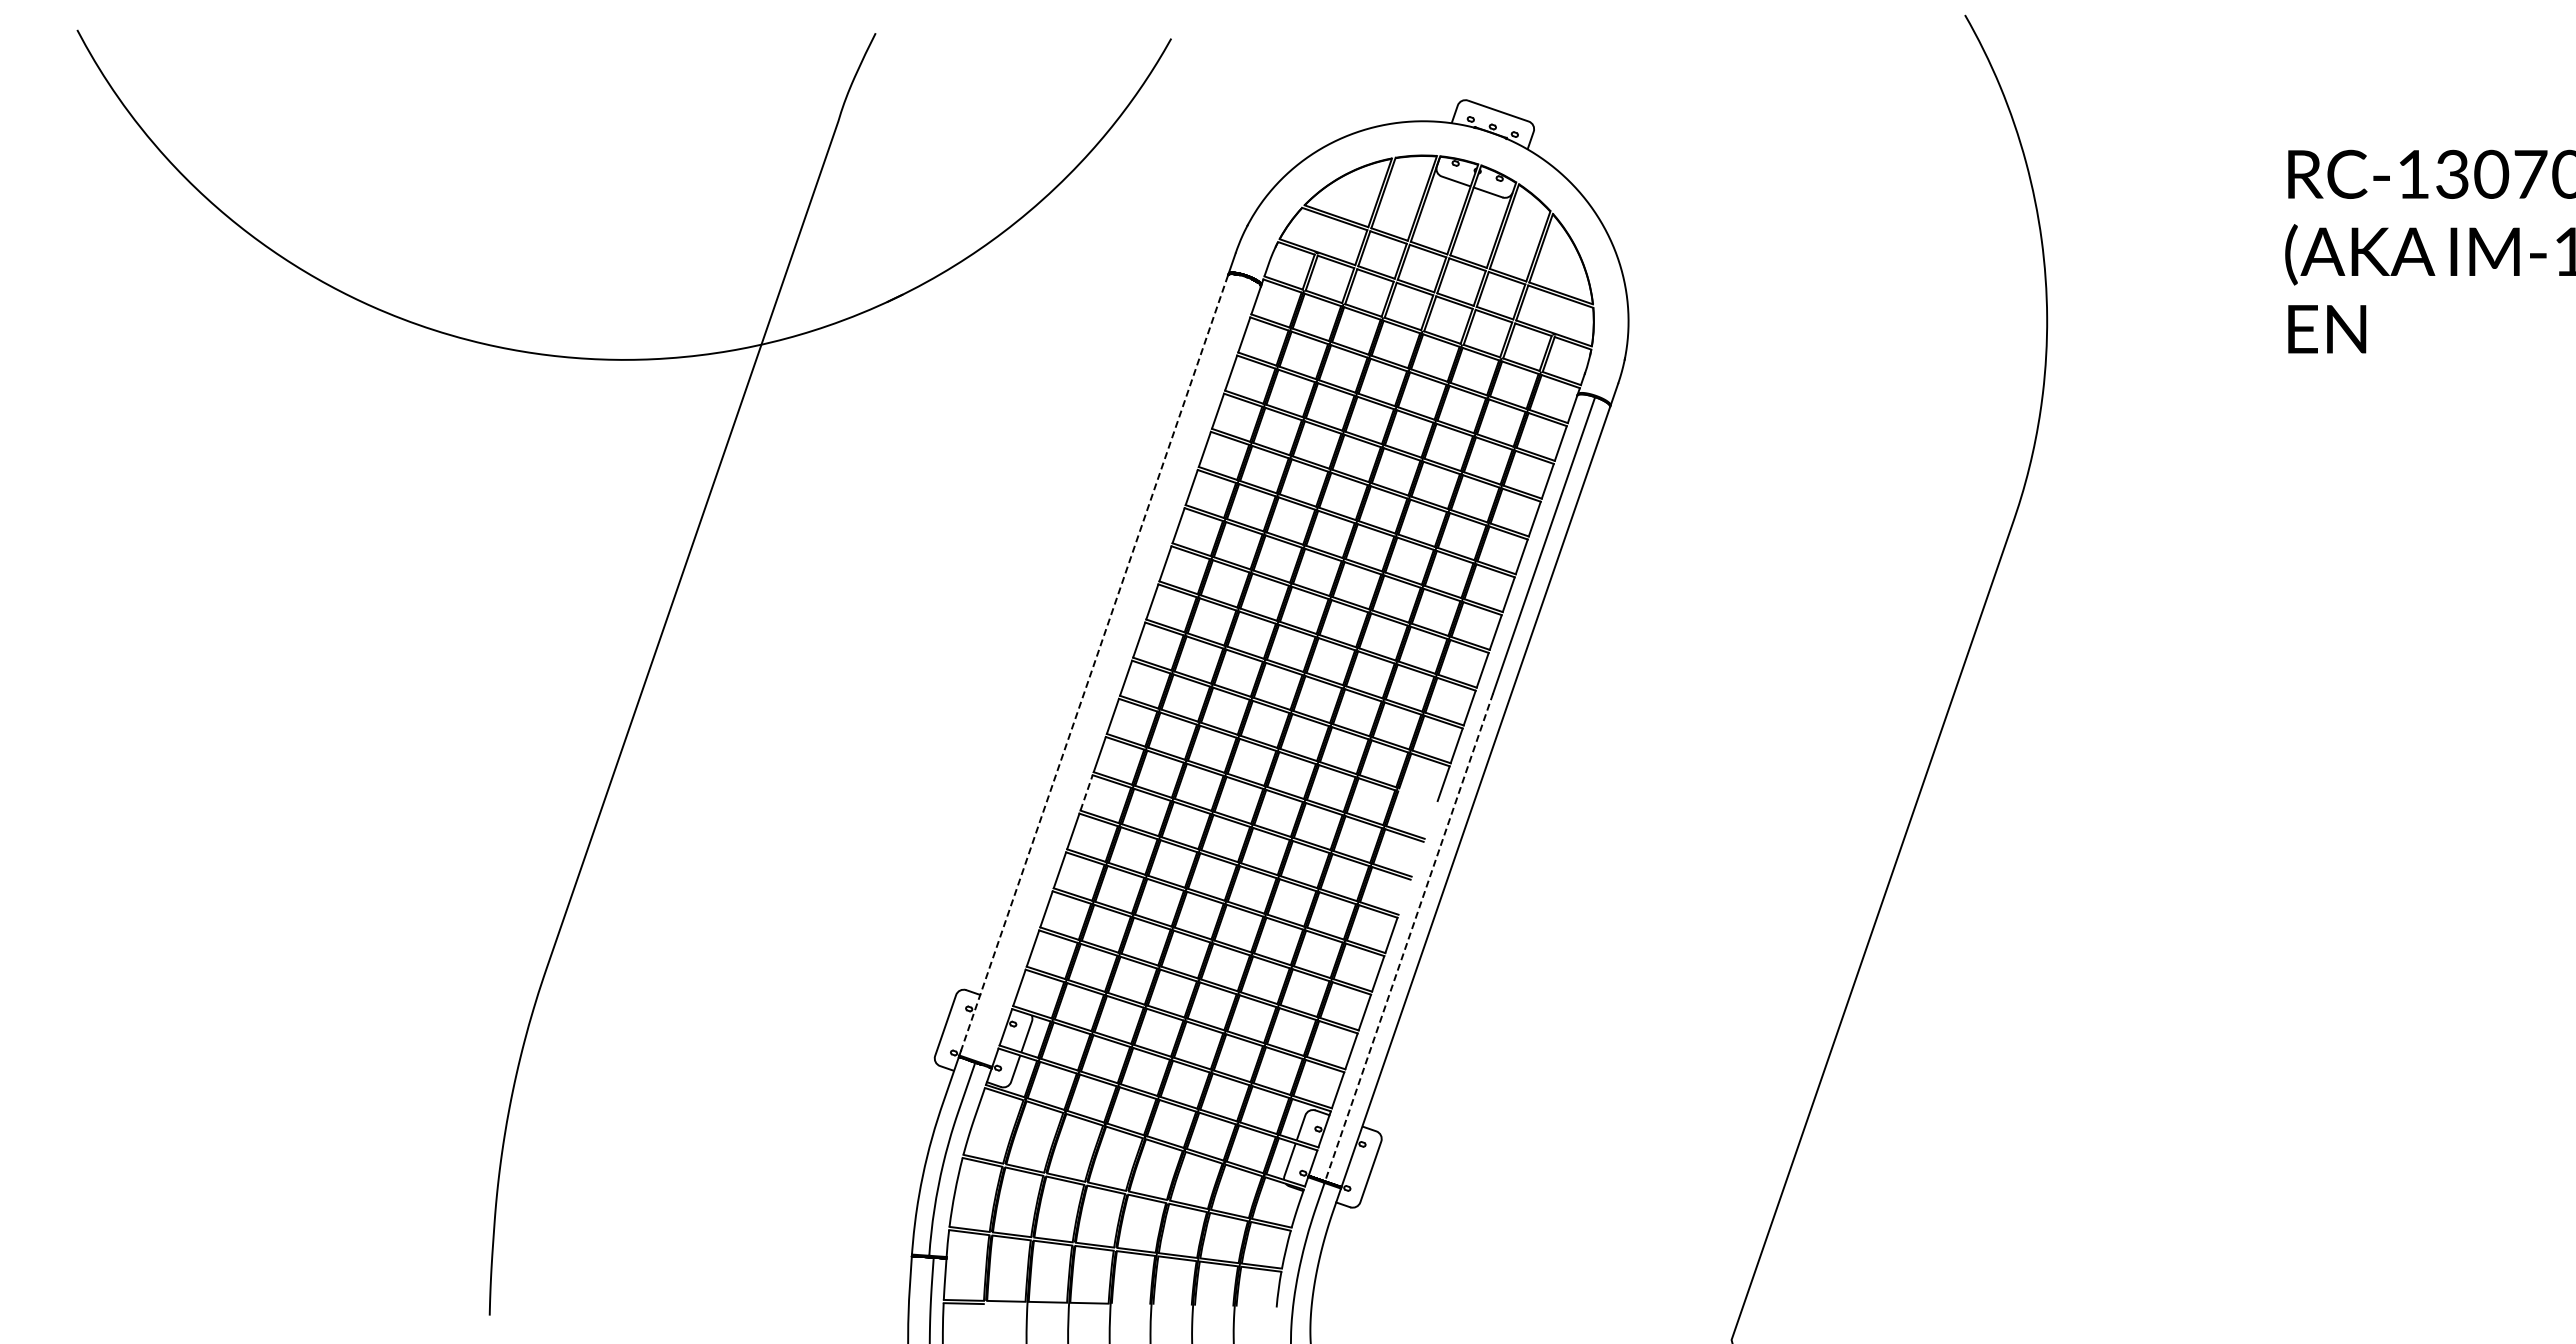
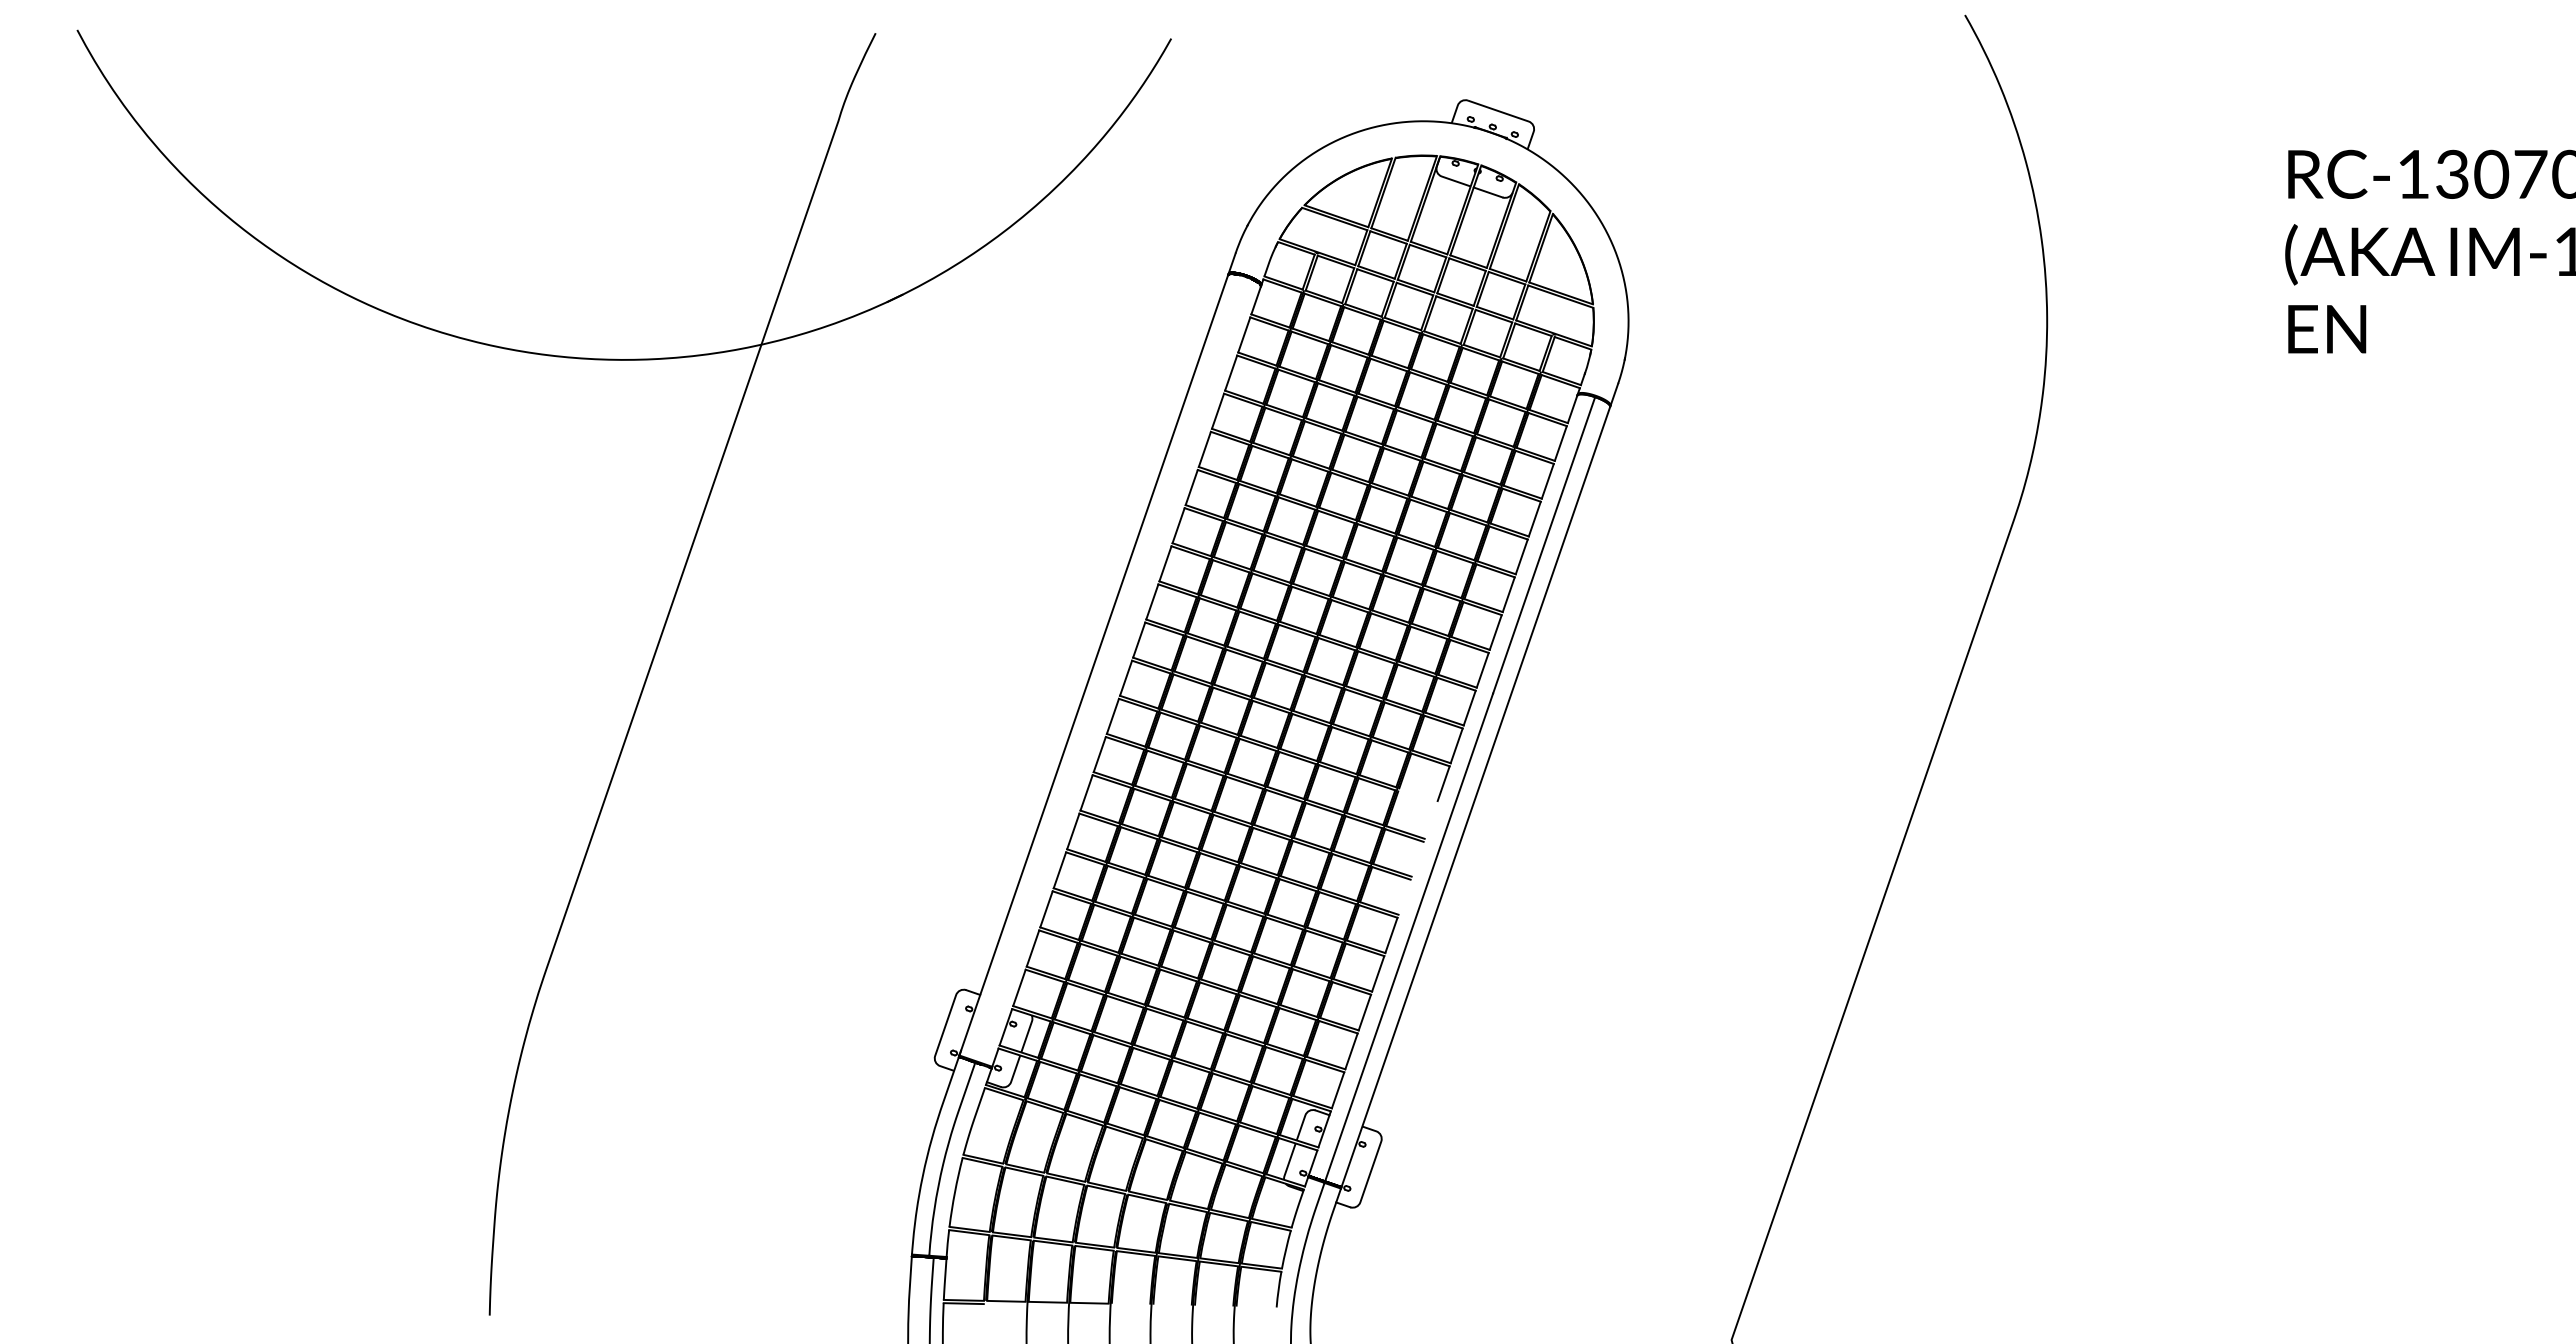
line at (1093, 665): dashed -> solid
line at (1086, 792): dashed -> solid
line at (1409, 937): dashed -> solid
